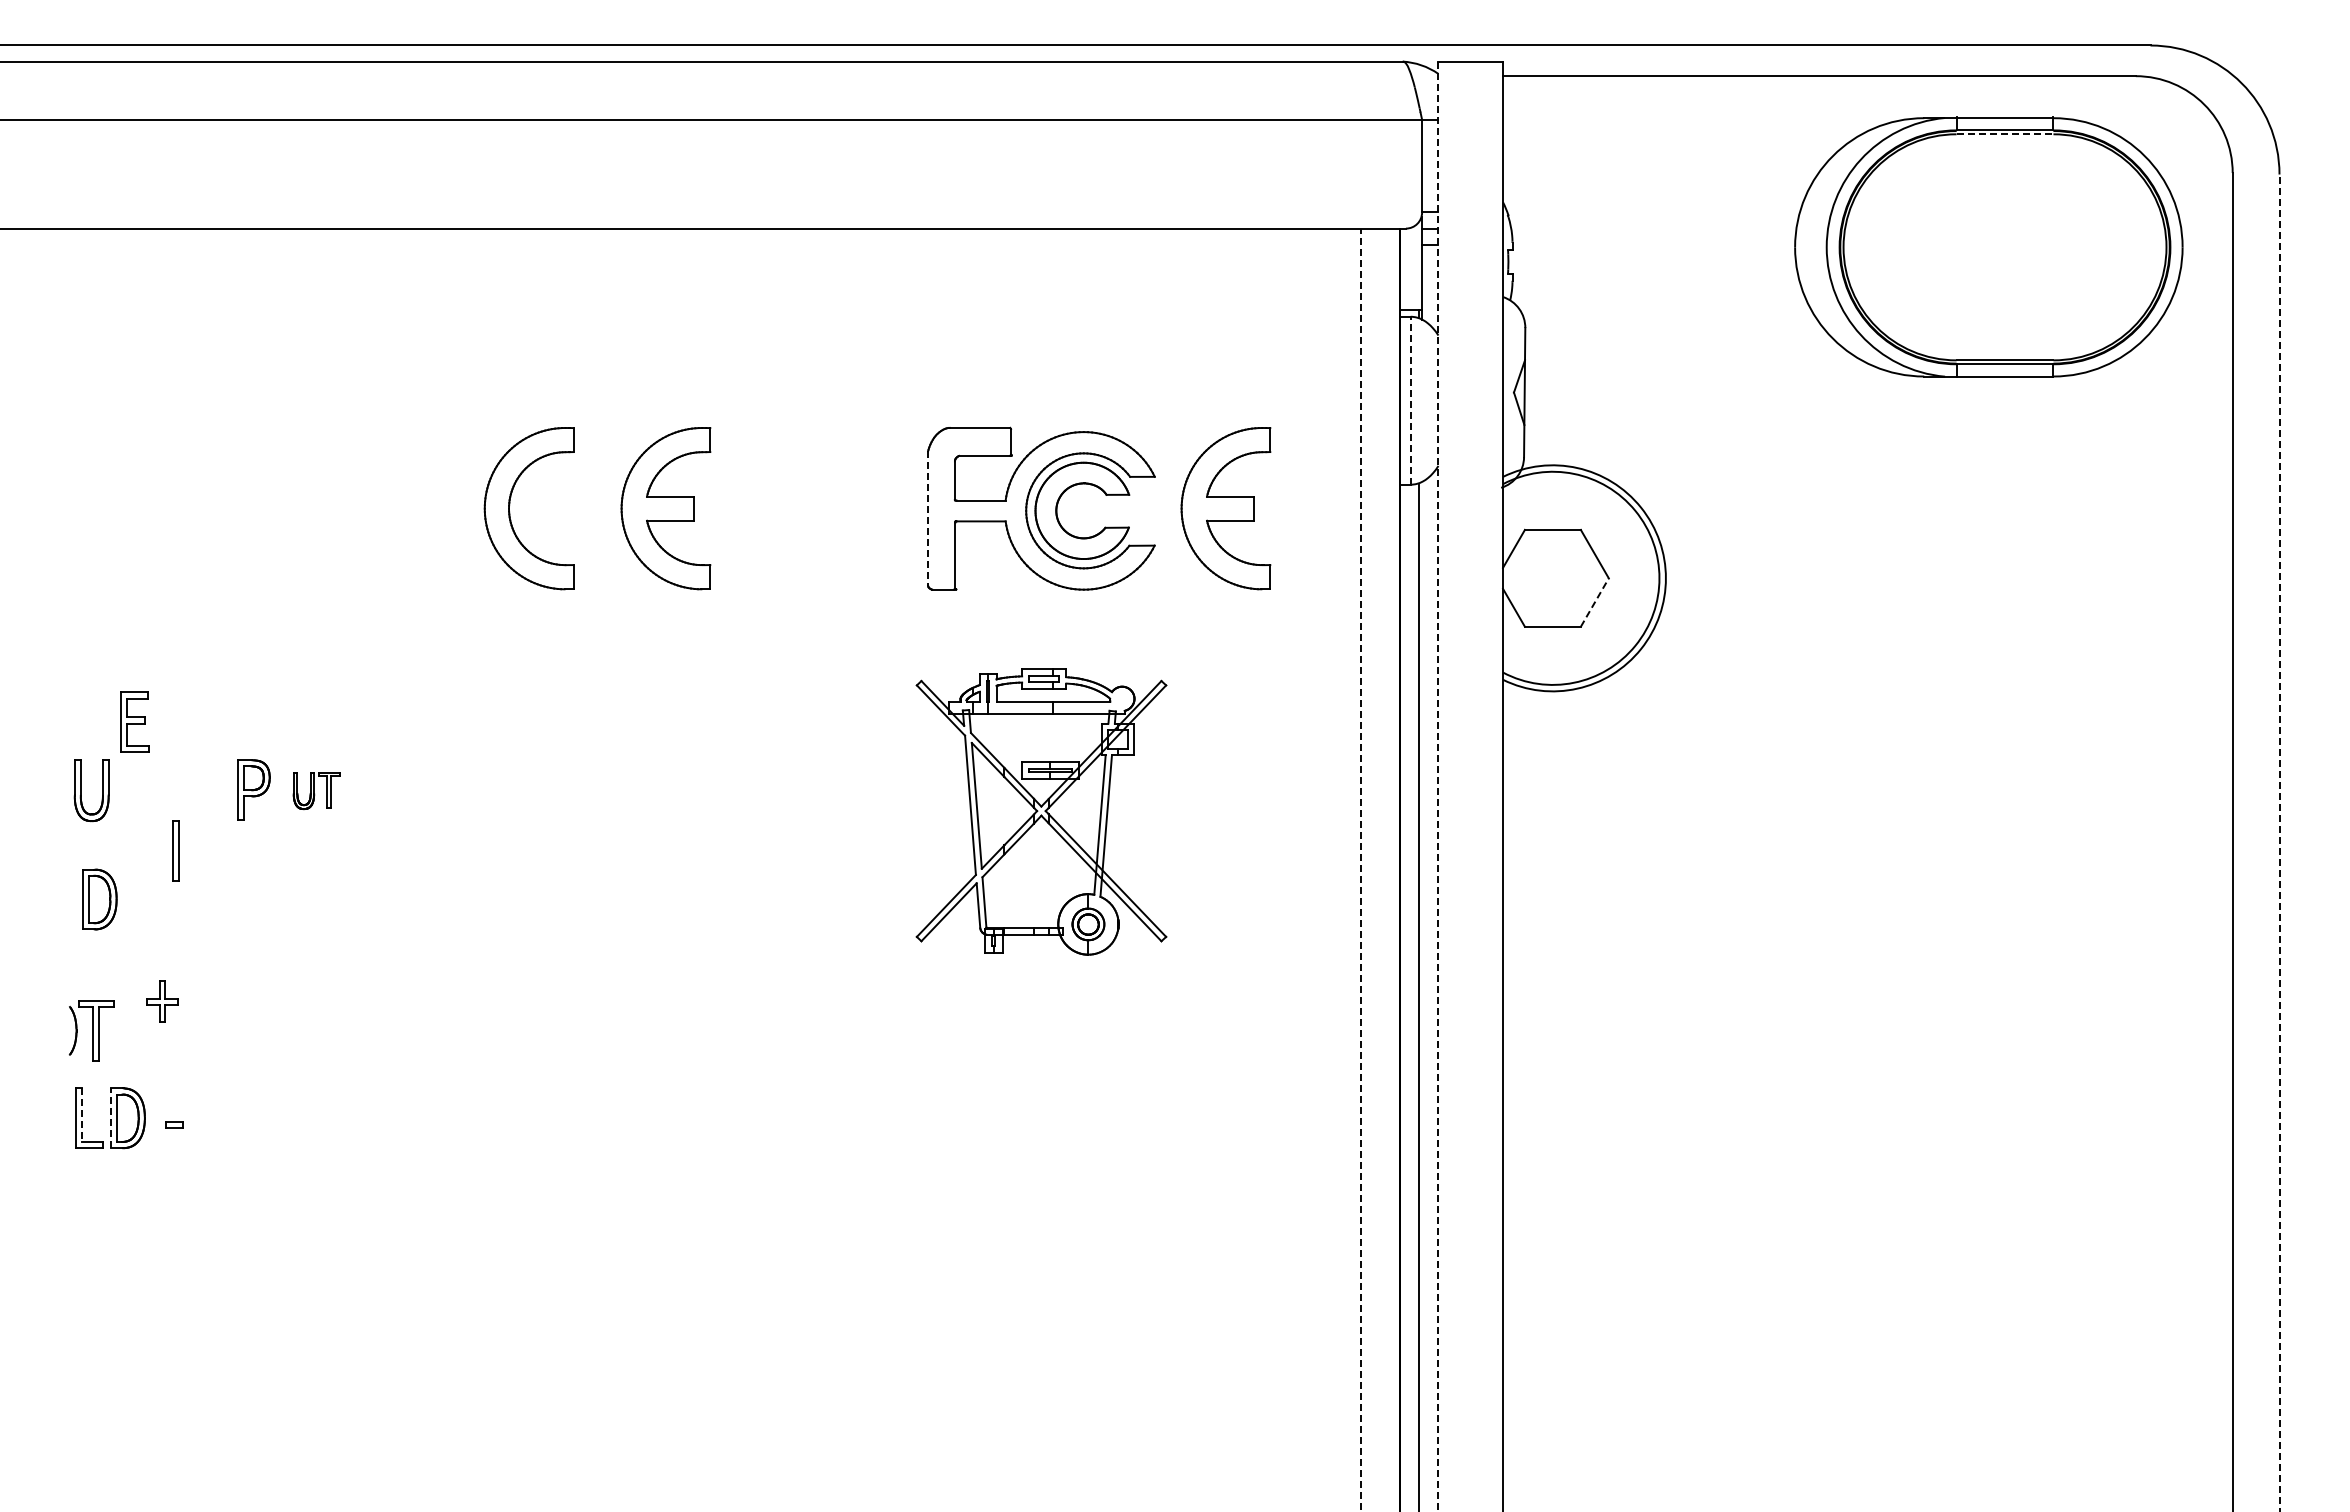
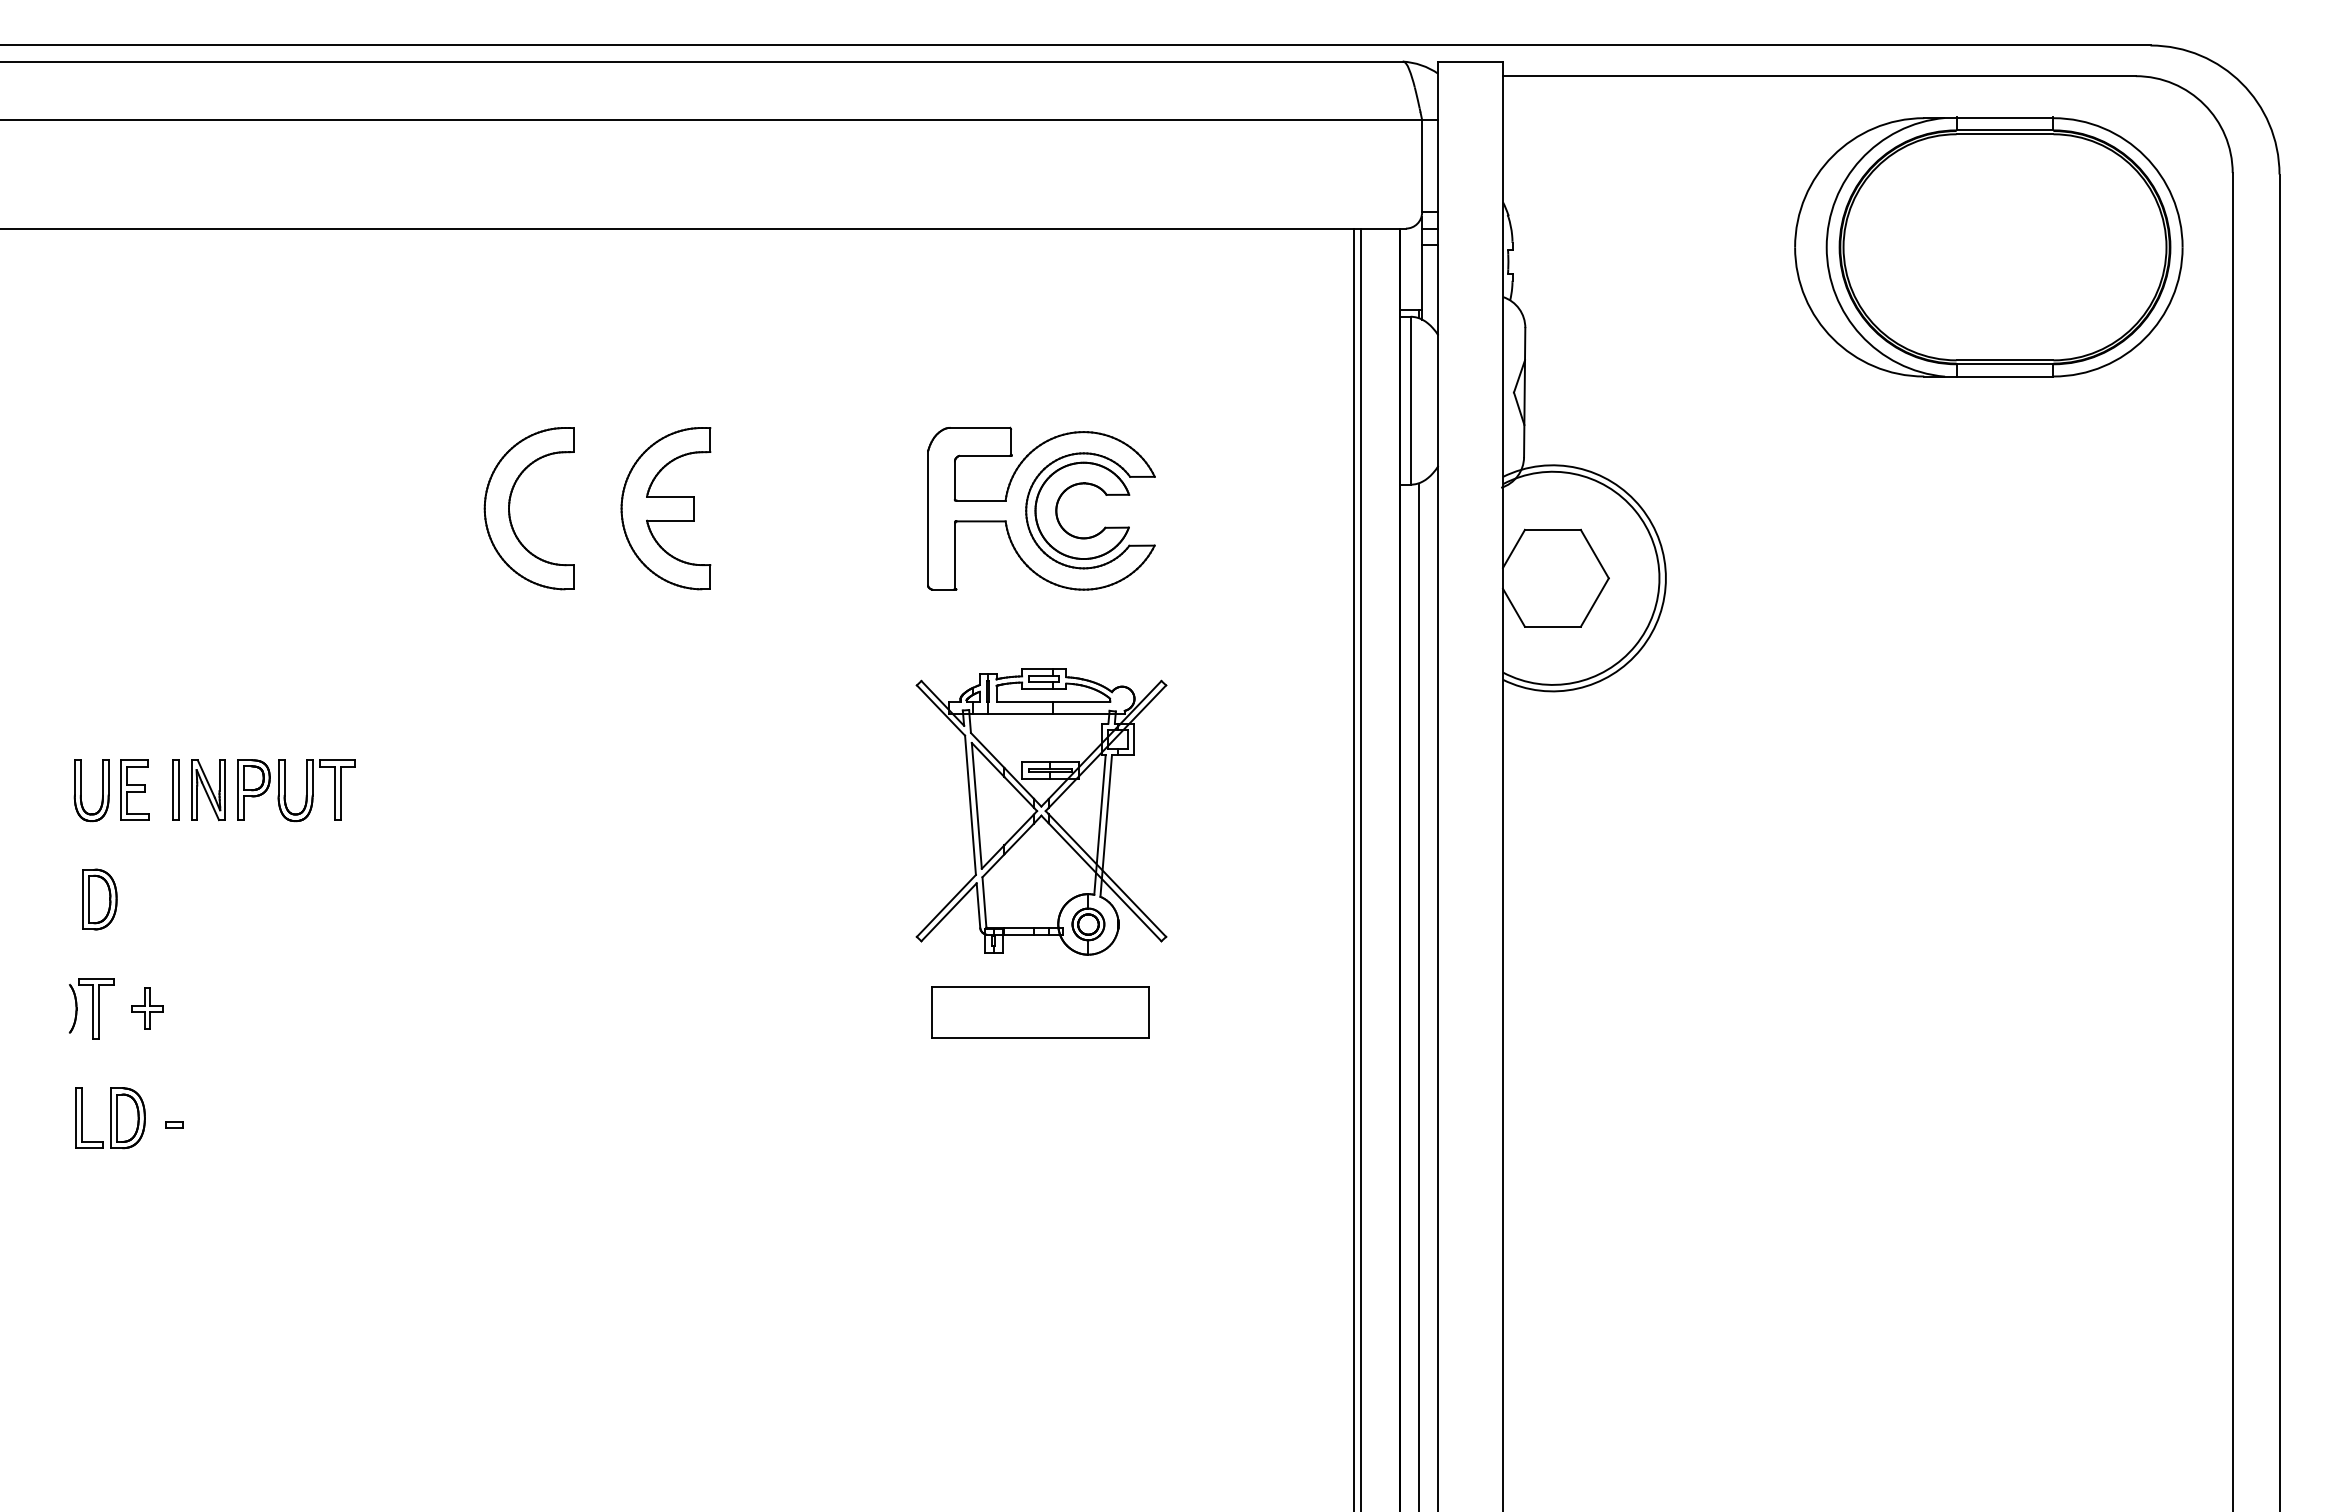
line at (2005, 134): dashed -> solid
line at (1410, 400): dashed -> solid
part at (1225, 508): present -> none
line at (928, 519): dashed -> solid
line at (1594, 602): dashed -> solid
part at (134, 721) position: (134, 721) -> (134, 789)
line at (1438, 786): dashed -> solid
part at (208, 790): none -> present
part at (316, 791) size: 49x39 px -> 79x64 px
line at (2279, 842): dashed -> solid
part at (175, 850) position: (175, 850) -> (175, 789)
line at (1354, 868): none -> present
line at (1360, 869): dashed -> solid
part at (162, 1001) position: (162, 1001) -> (147, 1008)
part at (1040, 1012): none -> present
part at (91, 1030) position: (91, 1030) -> (91, 1008)
line at (82, 1115): dashed -> solid
line at (110, 1118): dashed -> solid
